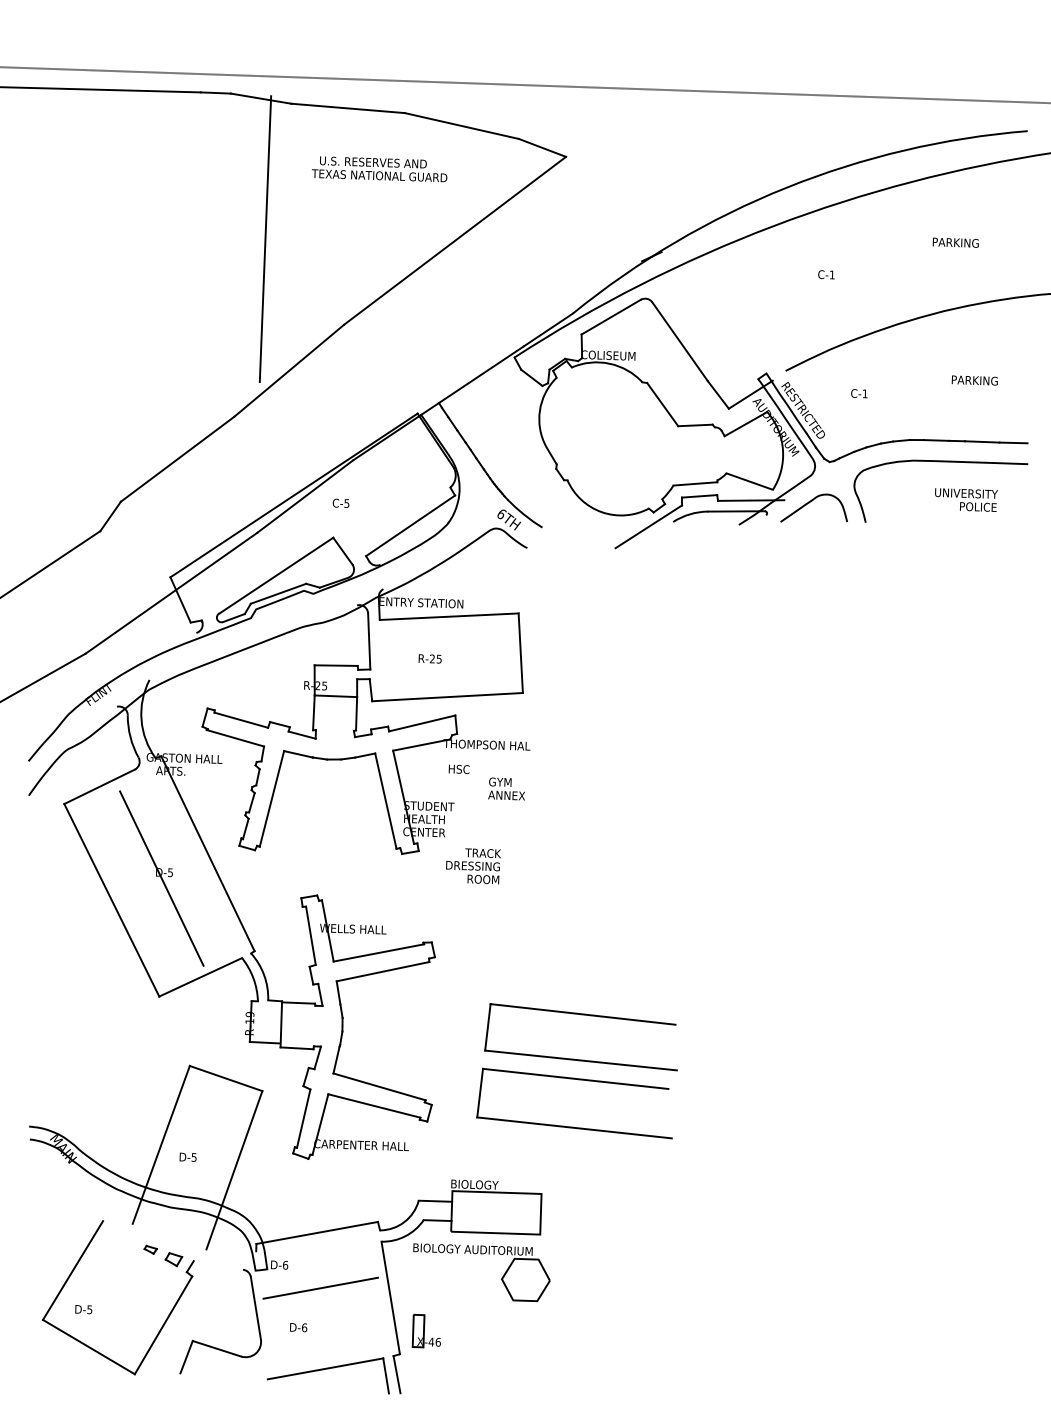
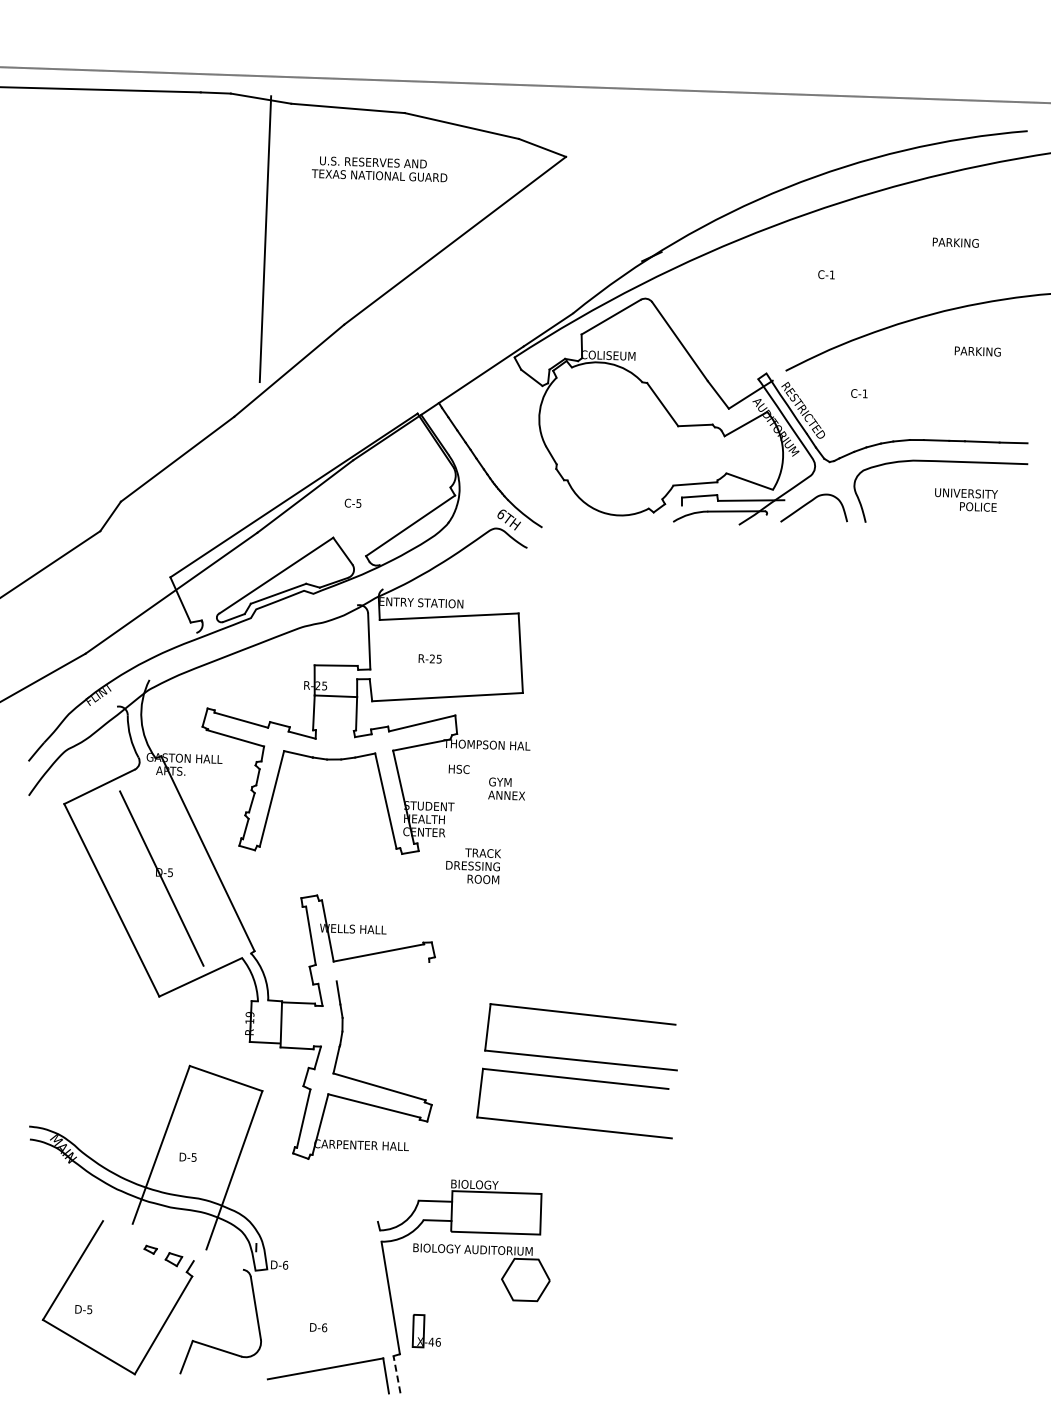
text at (974, 380) position: (974, 380) -> (977, 351)
text at (340, 502) position: (340, 502) -> (352, 502)
line at (648, 526): present -> none
line at (382, 971): present -> none
line at (316, 1232): present -> none
line at (320, 1287): present -> none
text at (298, 1327) position: (298, 1327) -> (318, 1327)
line at (397, 1374): solid -> dashed
